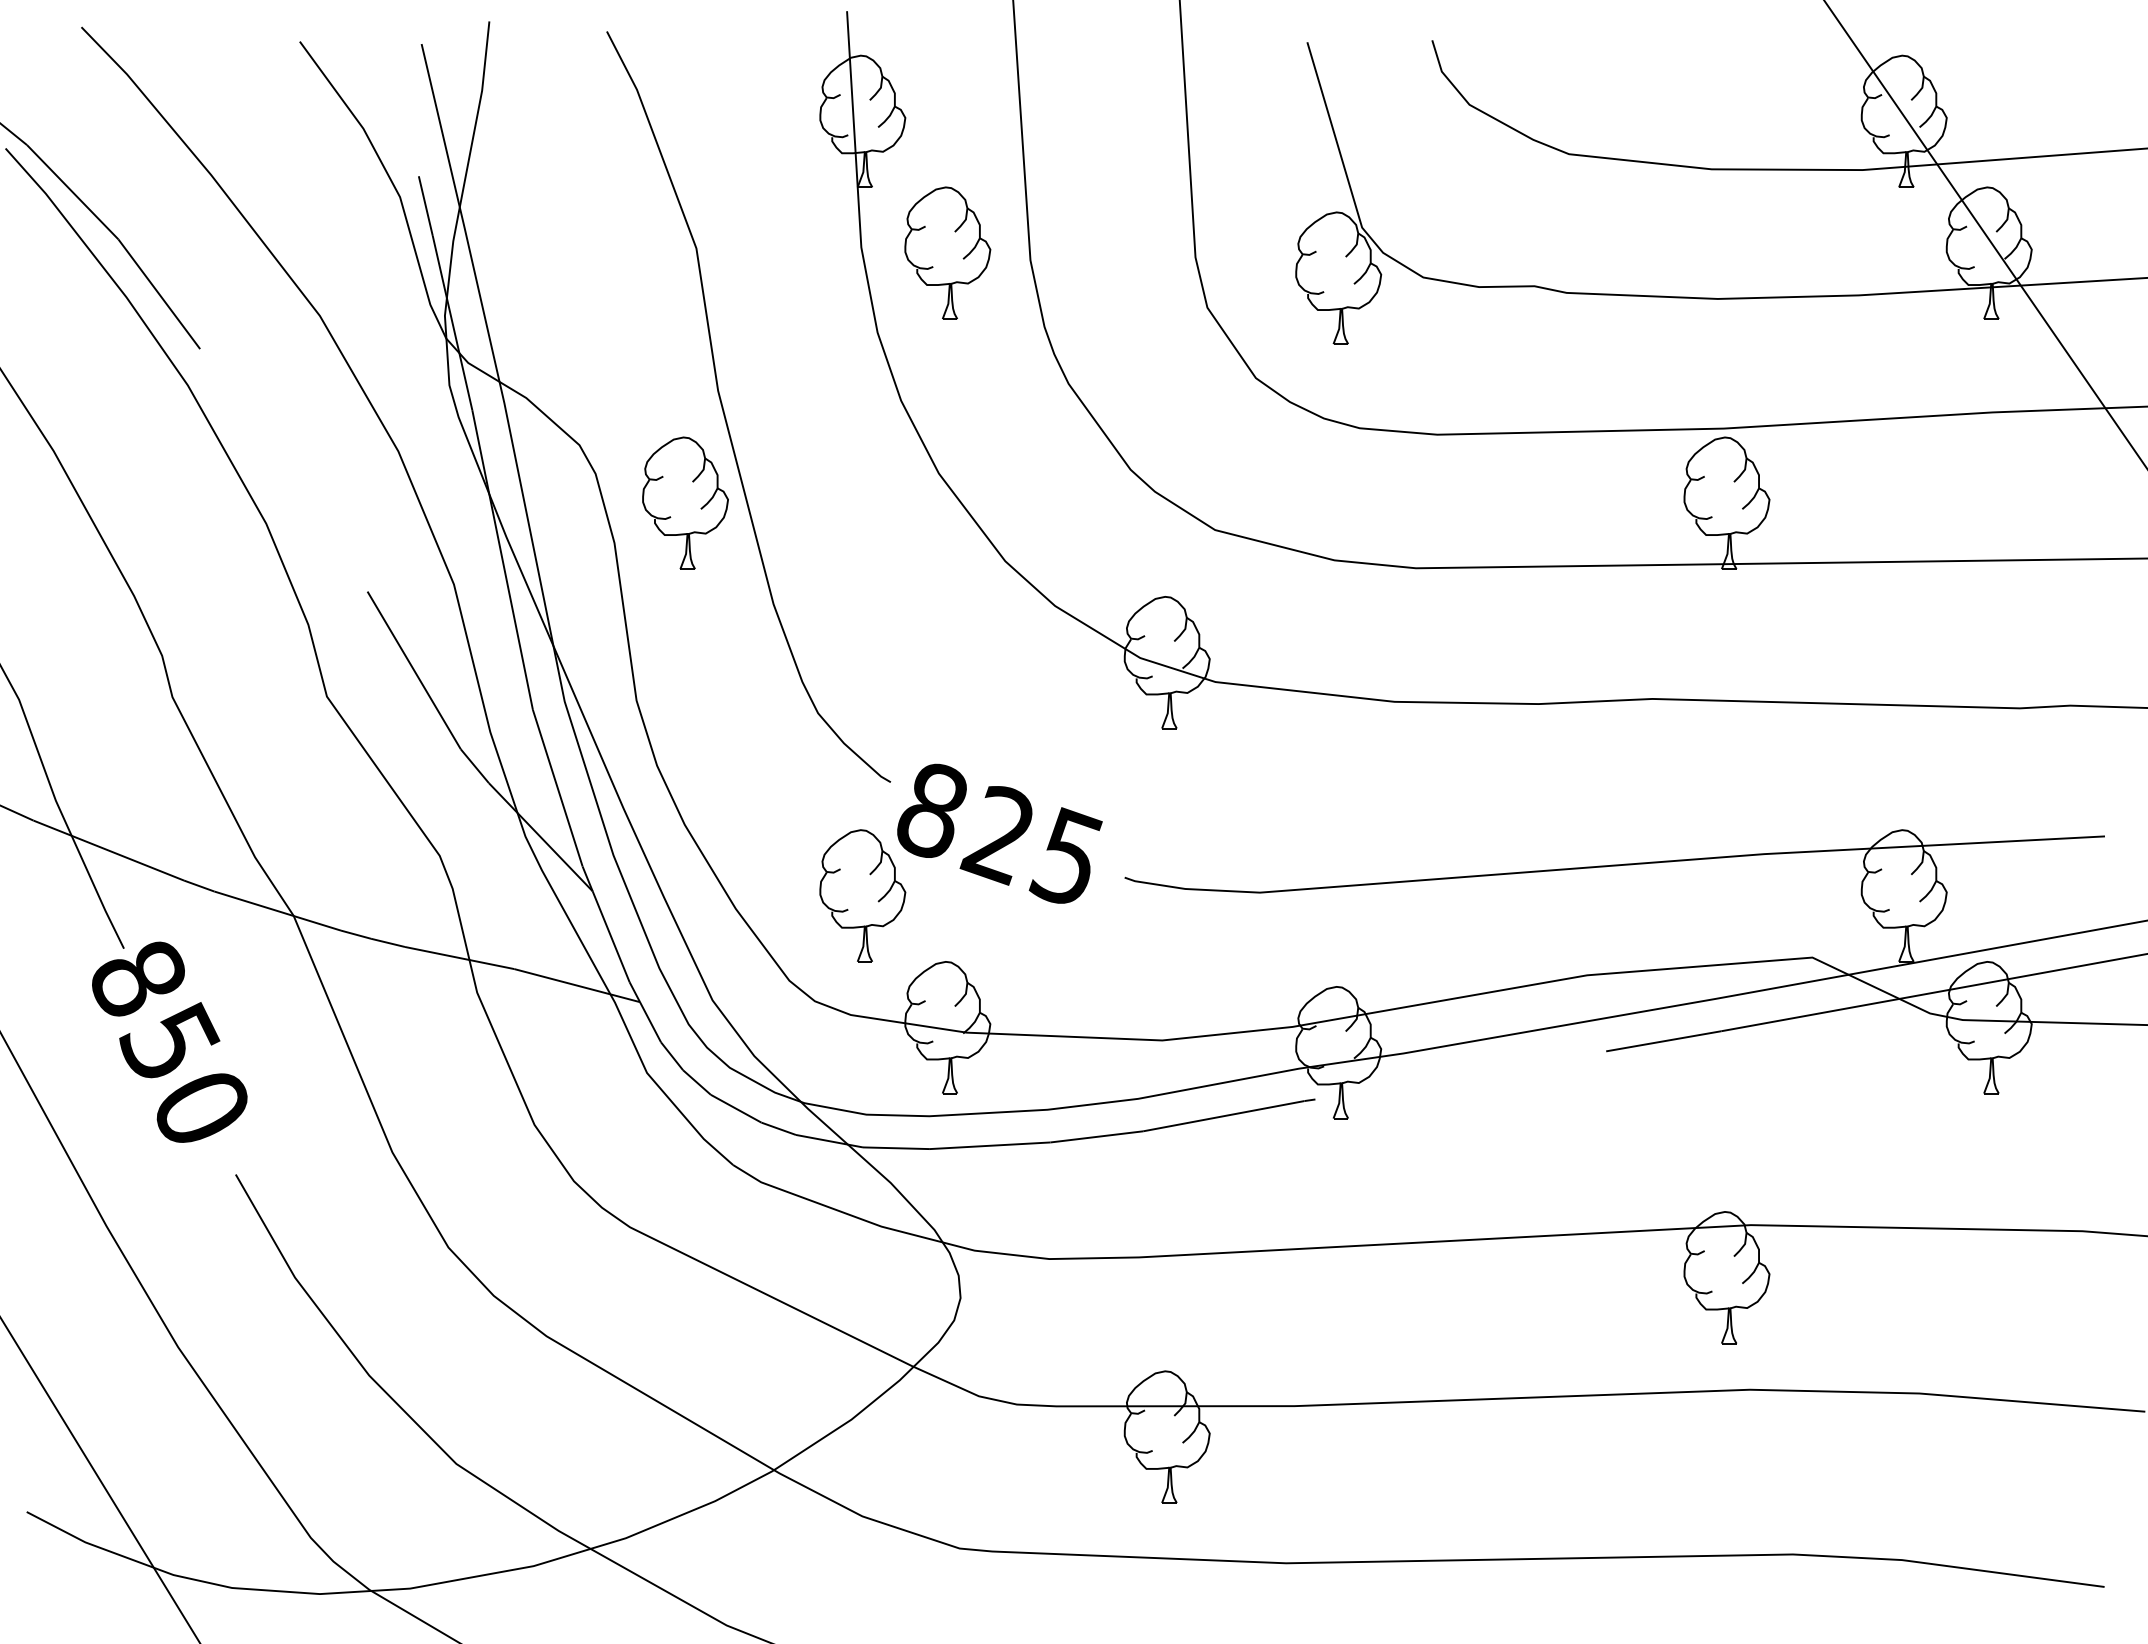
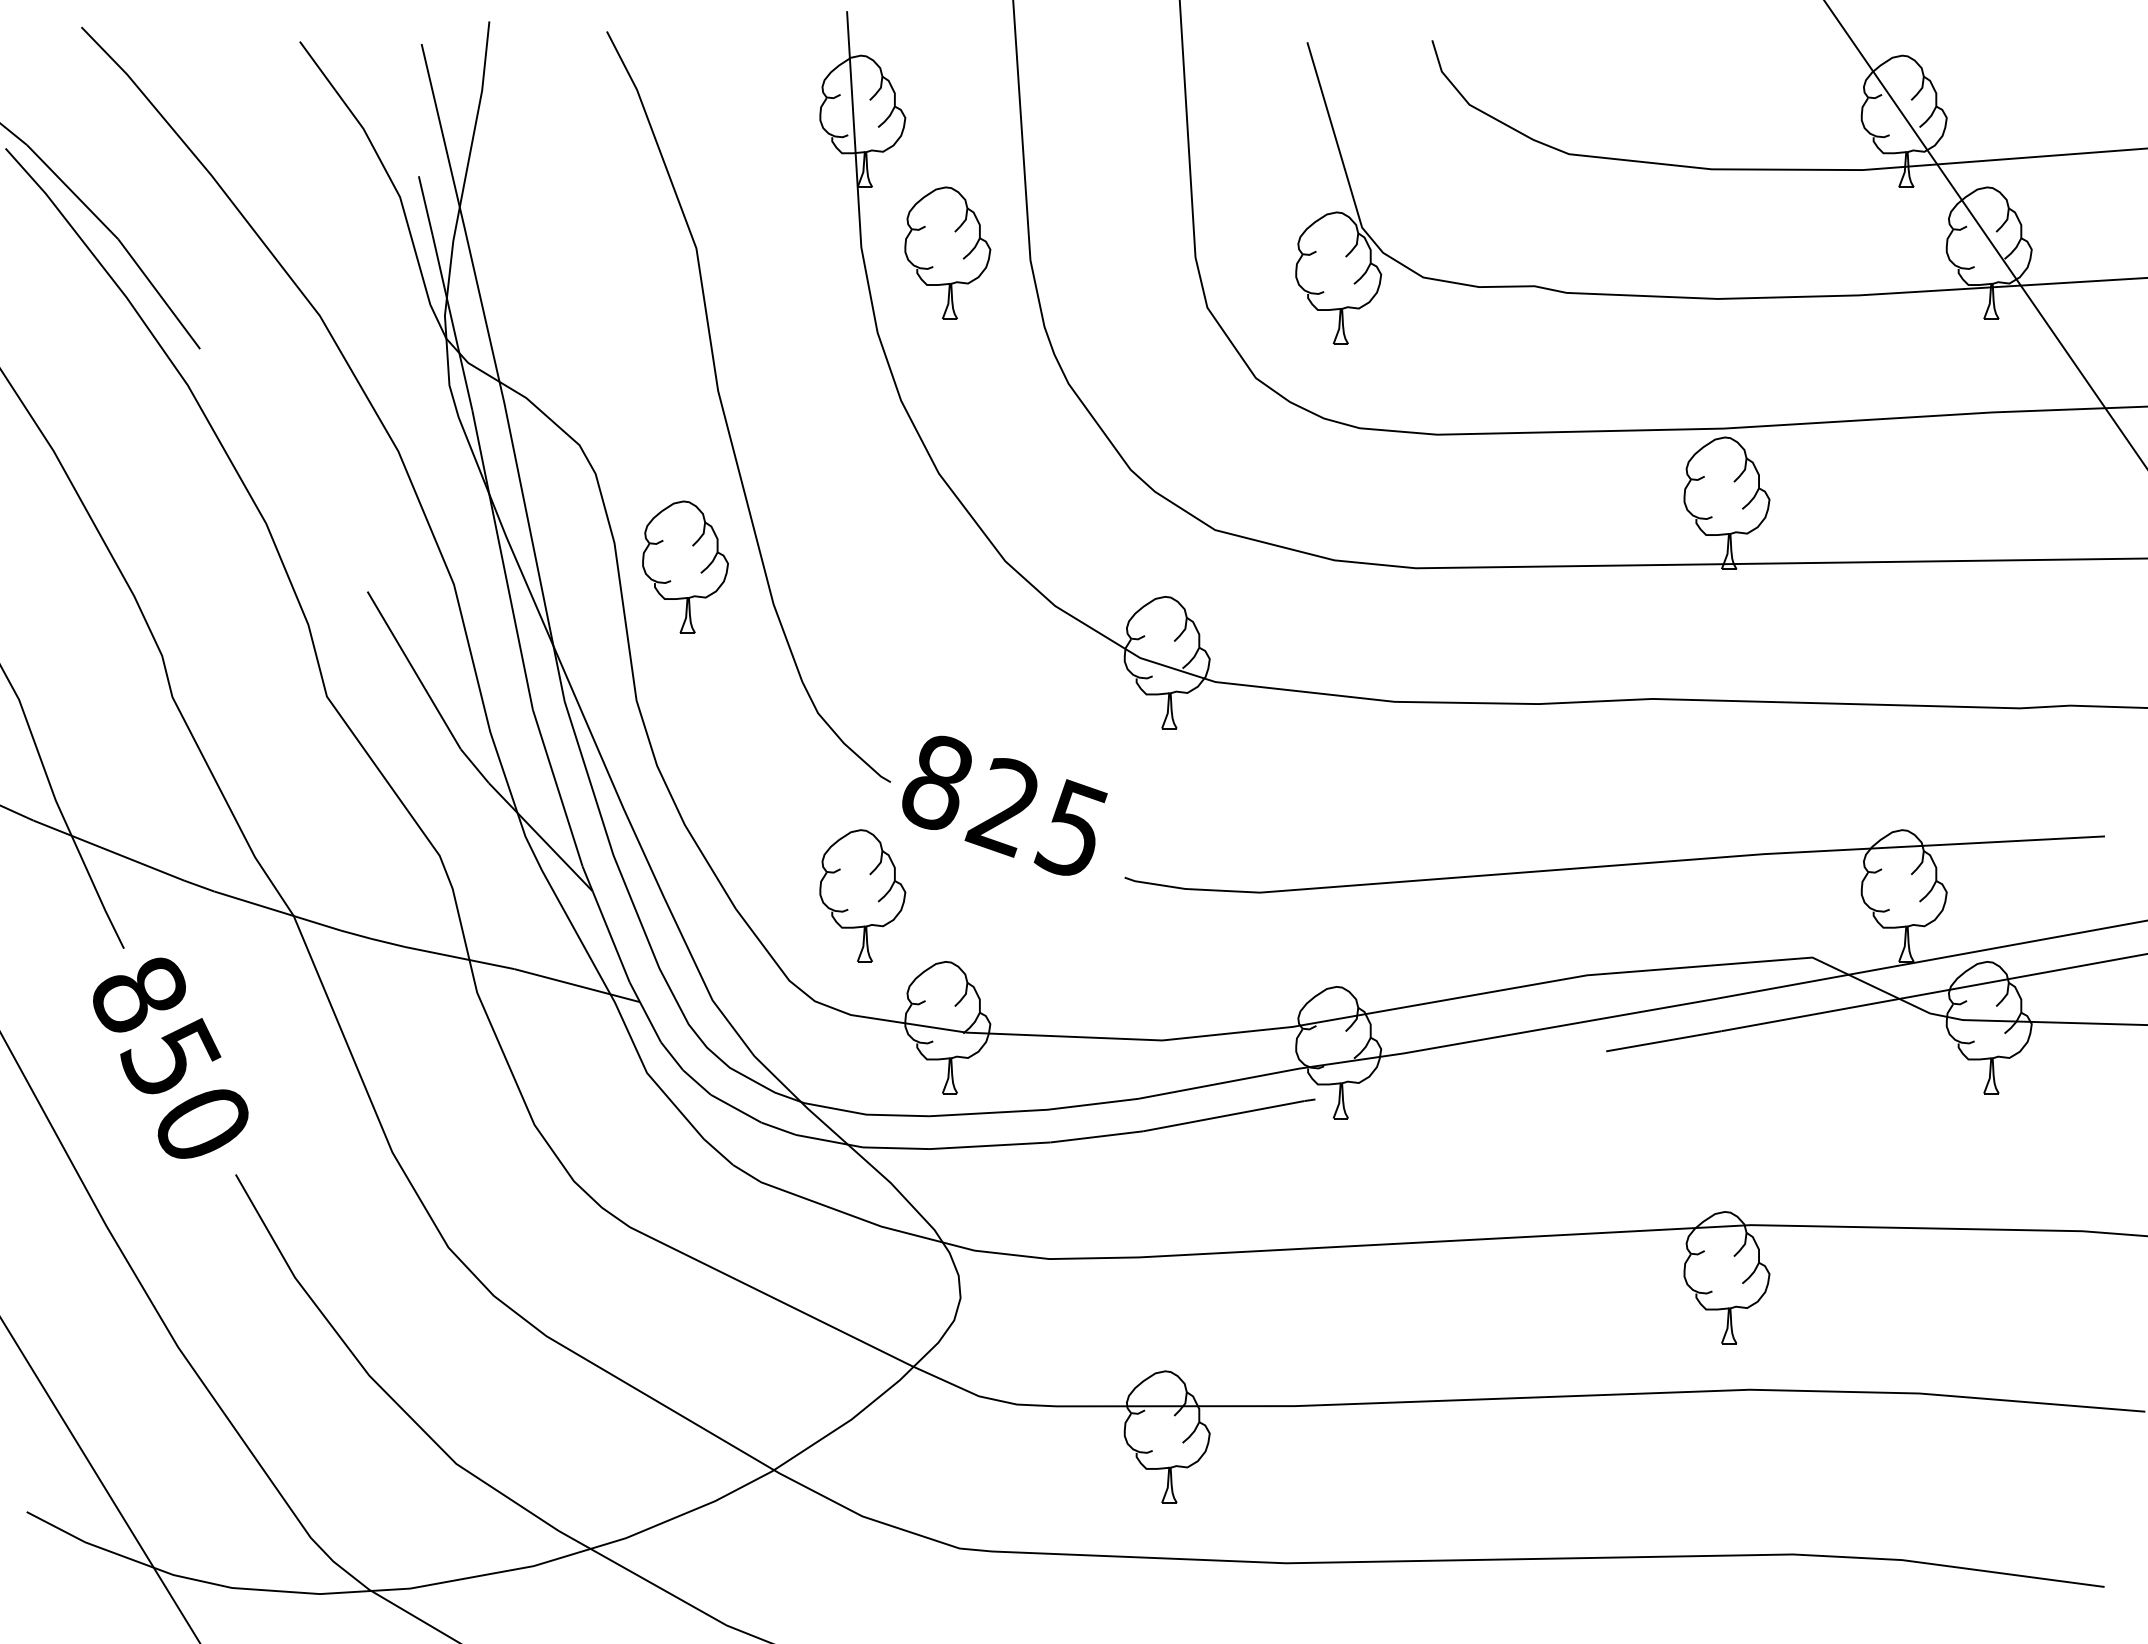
part at (685, 502) position: (685, 502) -> (685, 566)
text at (999, 833) position: (999, 833) -> (1004, 805)
text at (169, 1041) position: (169, 1041) -> (170, 1057)
